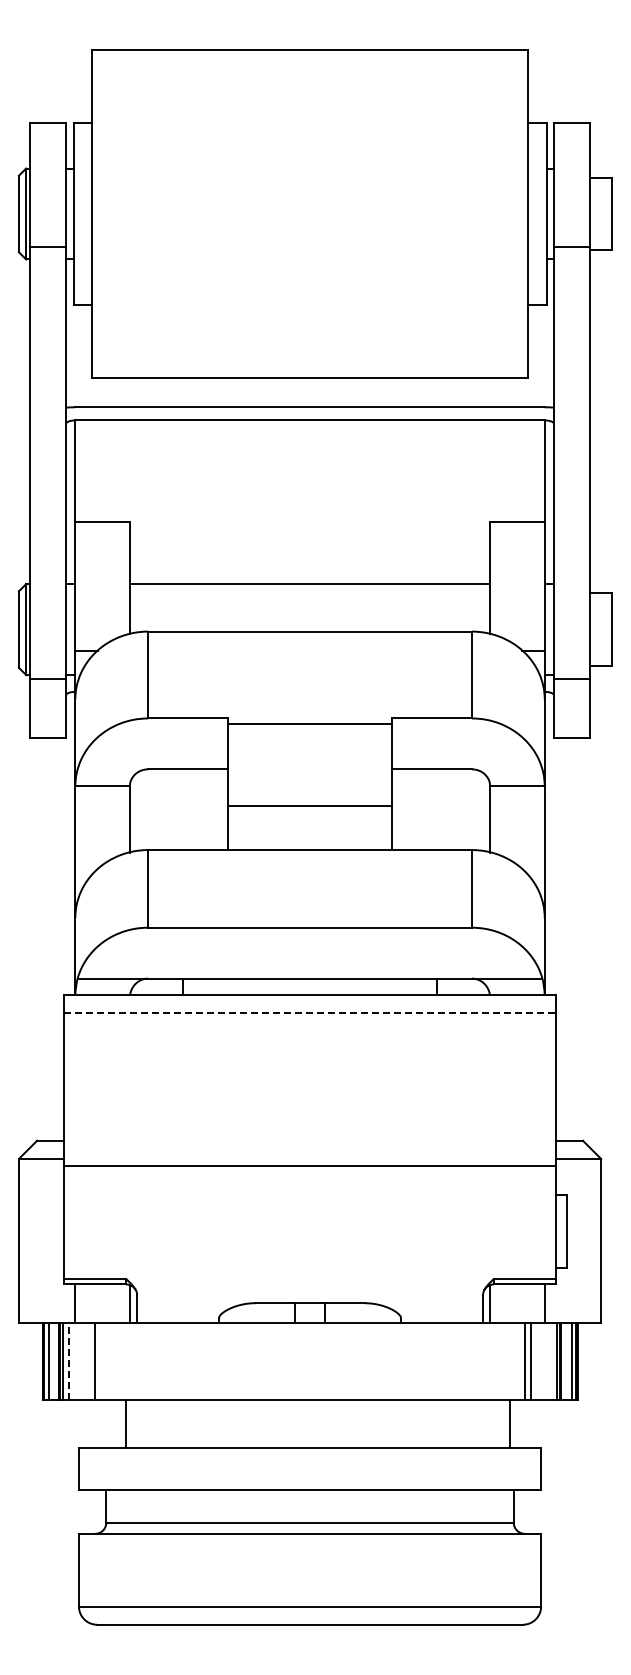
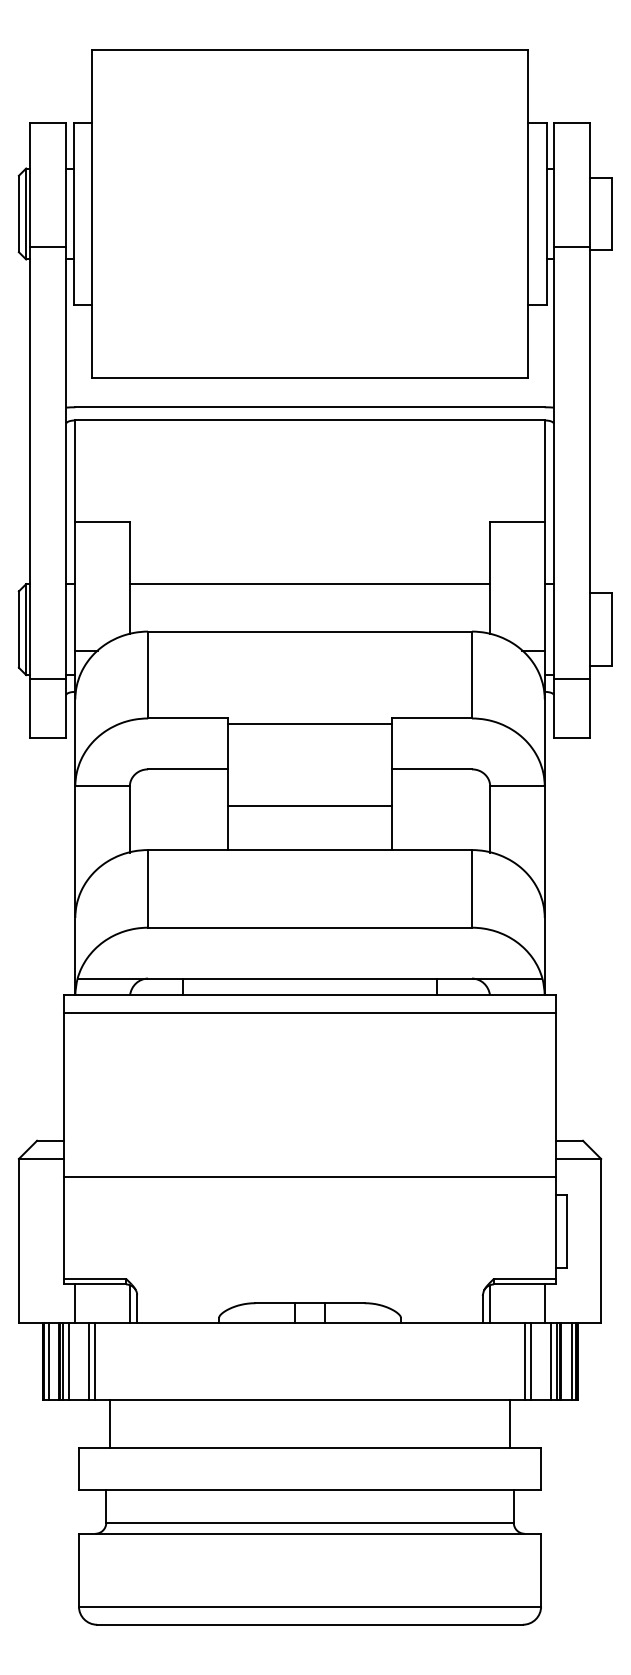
line at (310, 1013): dashed -> solid
line at (309, 1166) position: (309, 1166) -> (309, 1177)
line at (69, 1360): dashed -> solid
line at (89, 1360): none -> present
line at (550, 1360): none -> present
line at (125, 1423) position: (125, 1423) -> (109, 1423)
